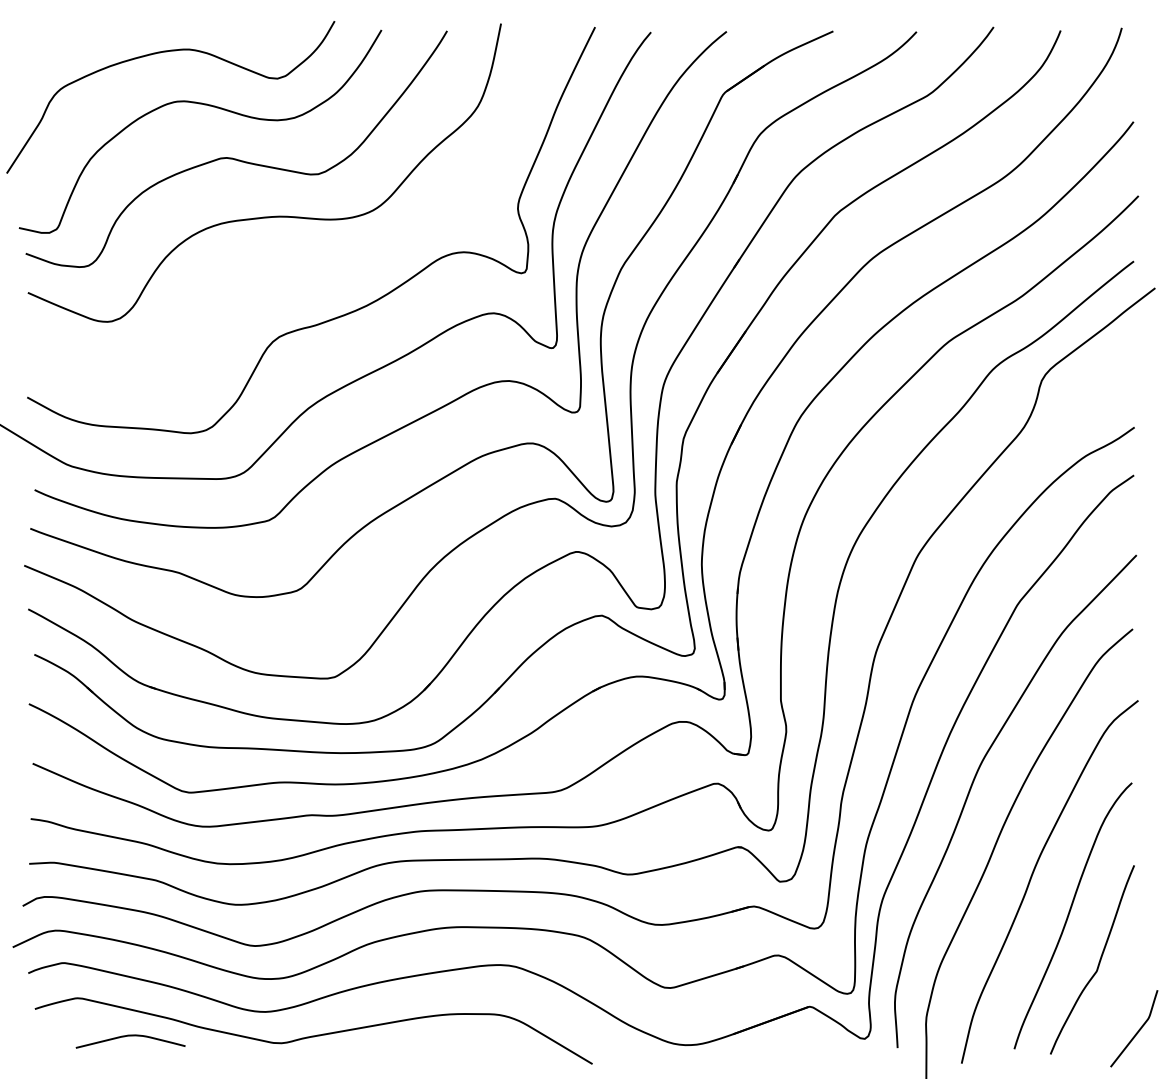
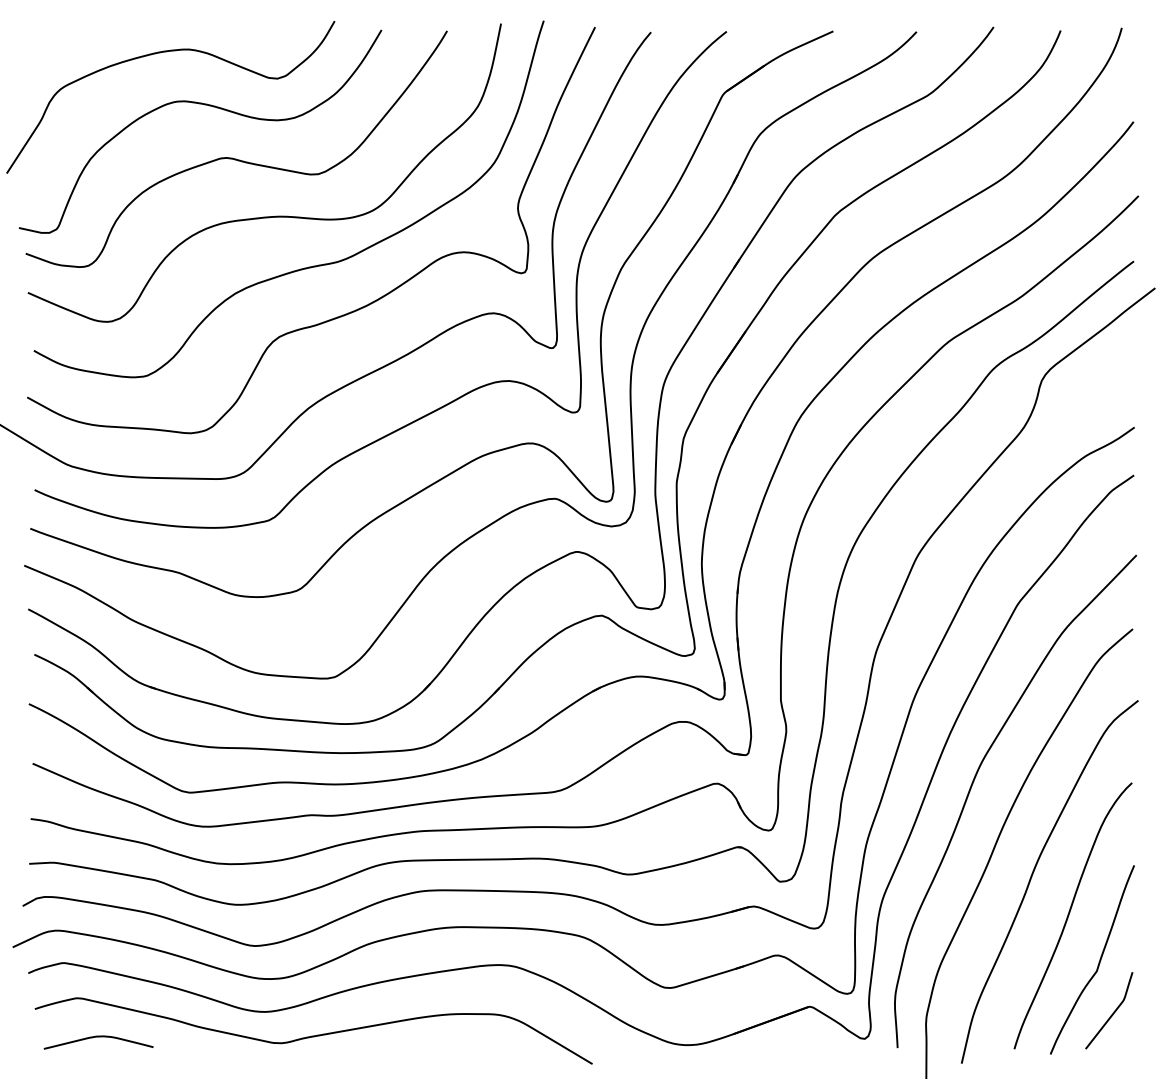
curve at (304, 267): none -> present
curve at (1138, 1029) position: (1138, 1029) -> (1113, 1011)
curve at (130, 1036) position: (130, 1036) -> (98, 1037)
